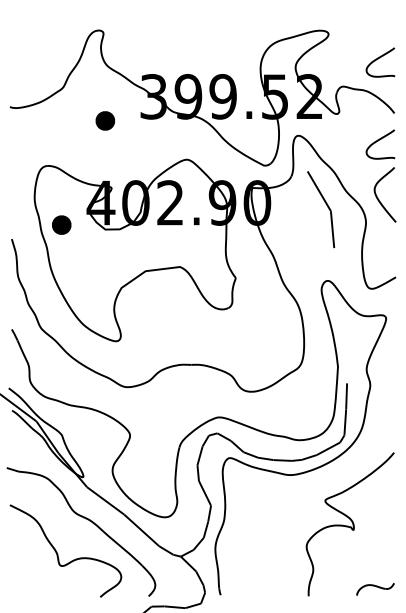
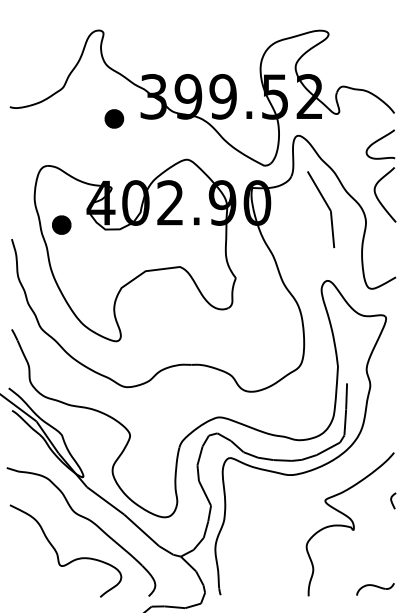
curve at (378, 59): present -> none
part at (105, 120) position: (105, 120) -> (114, 118)
curve at (392, 500): none -> present
